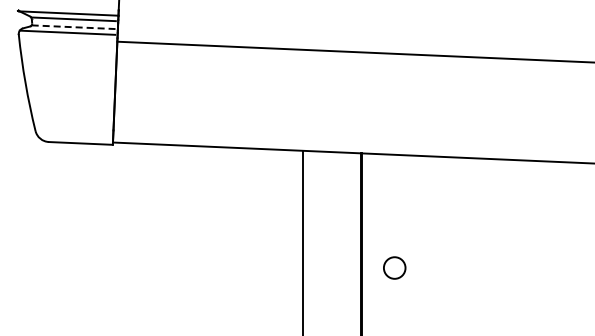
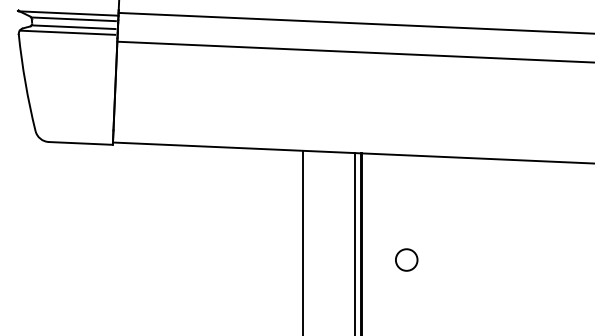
line at (354, 22): none -> present
line at (73, 27): dashed -> solid
line at (354, 242): none -> present
circle at (394, 267) position: (394, 267) -> (406, 259)
